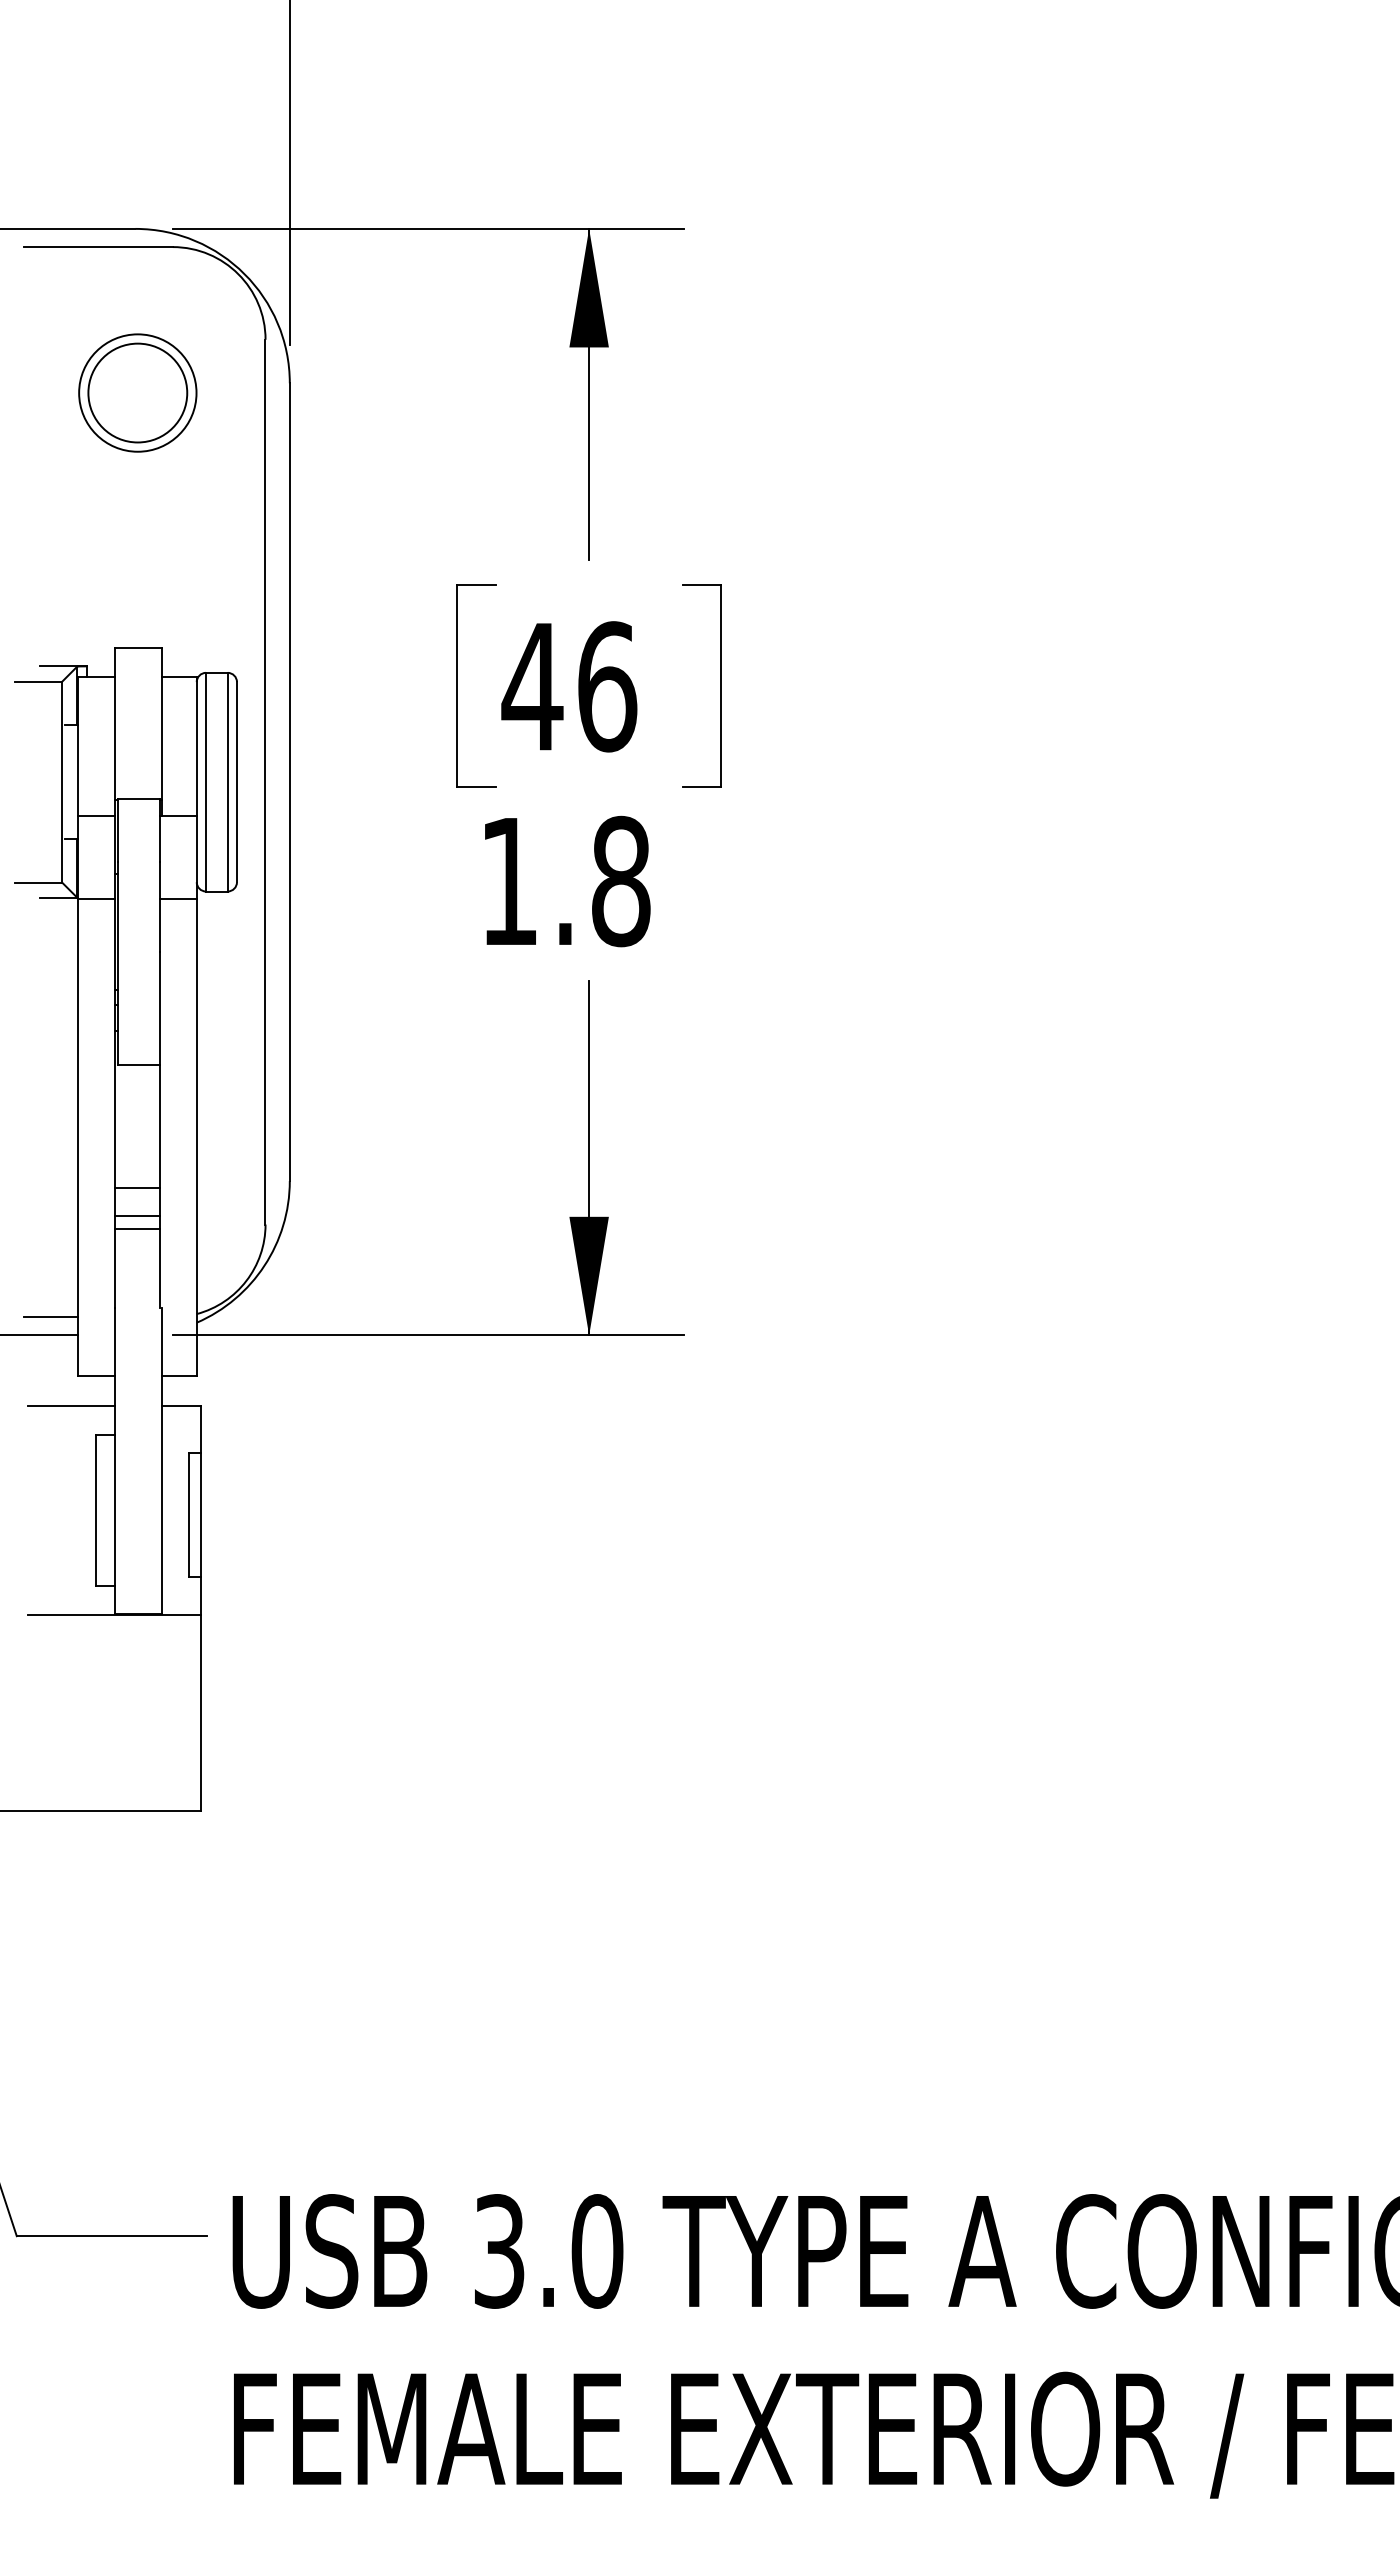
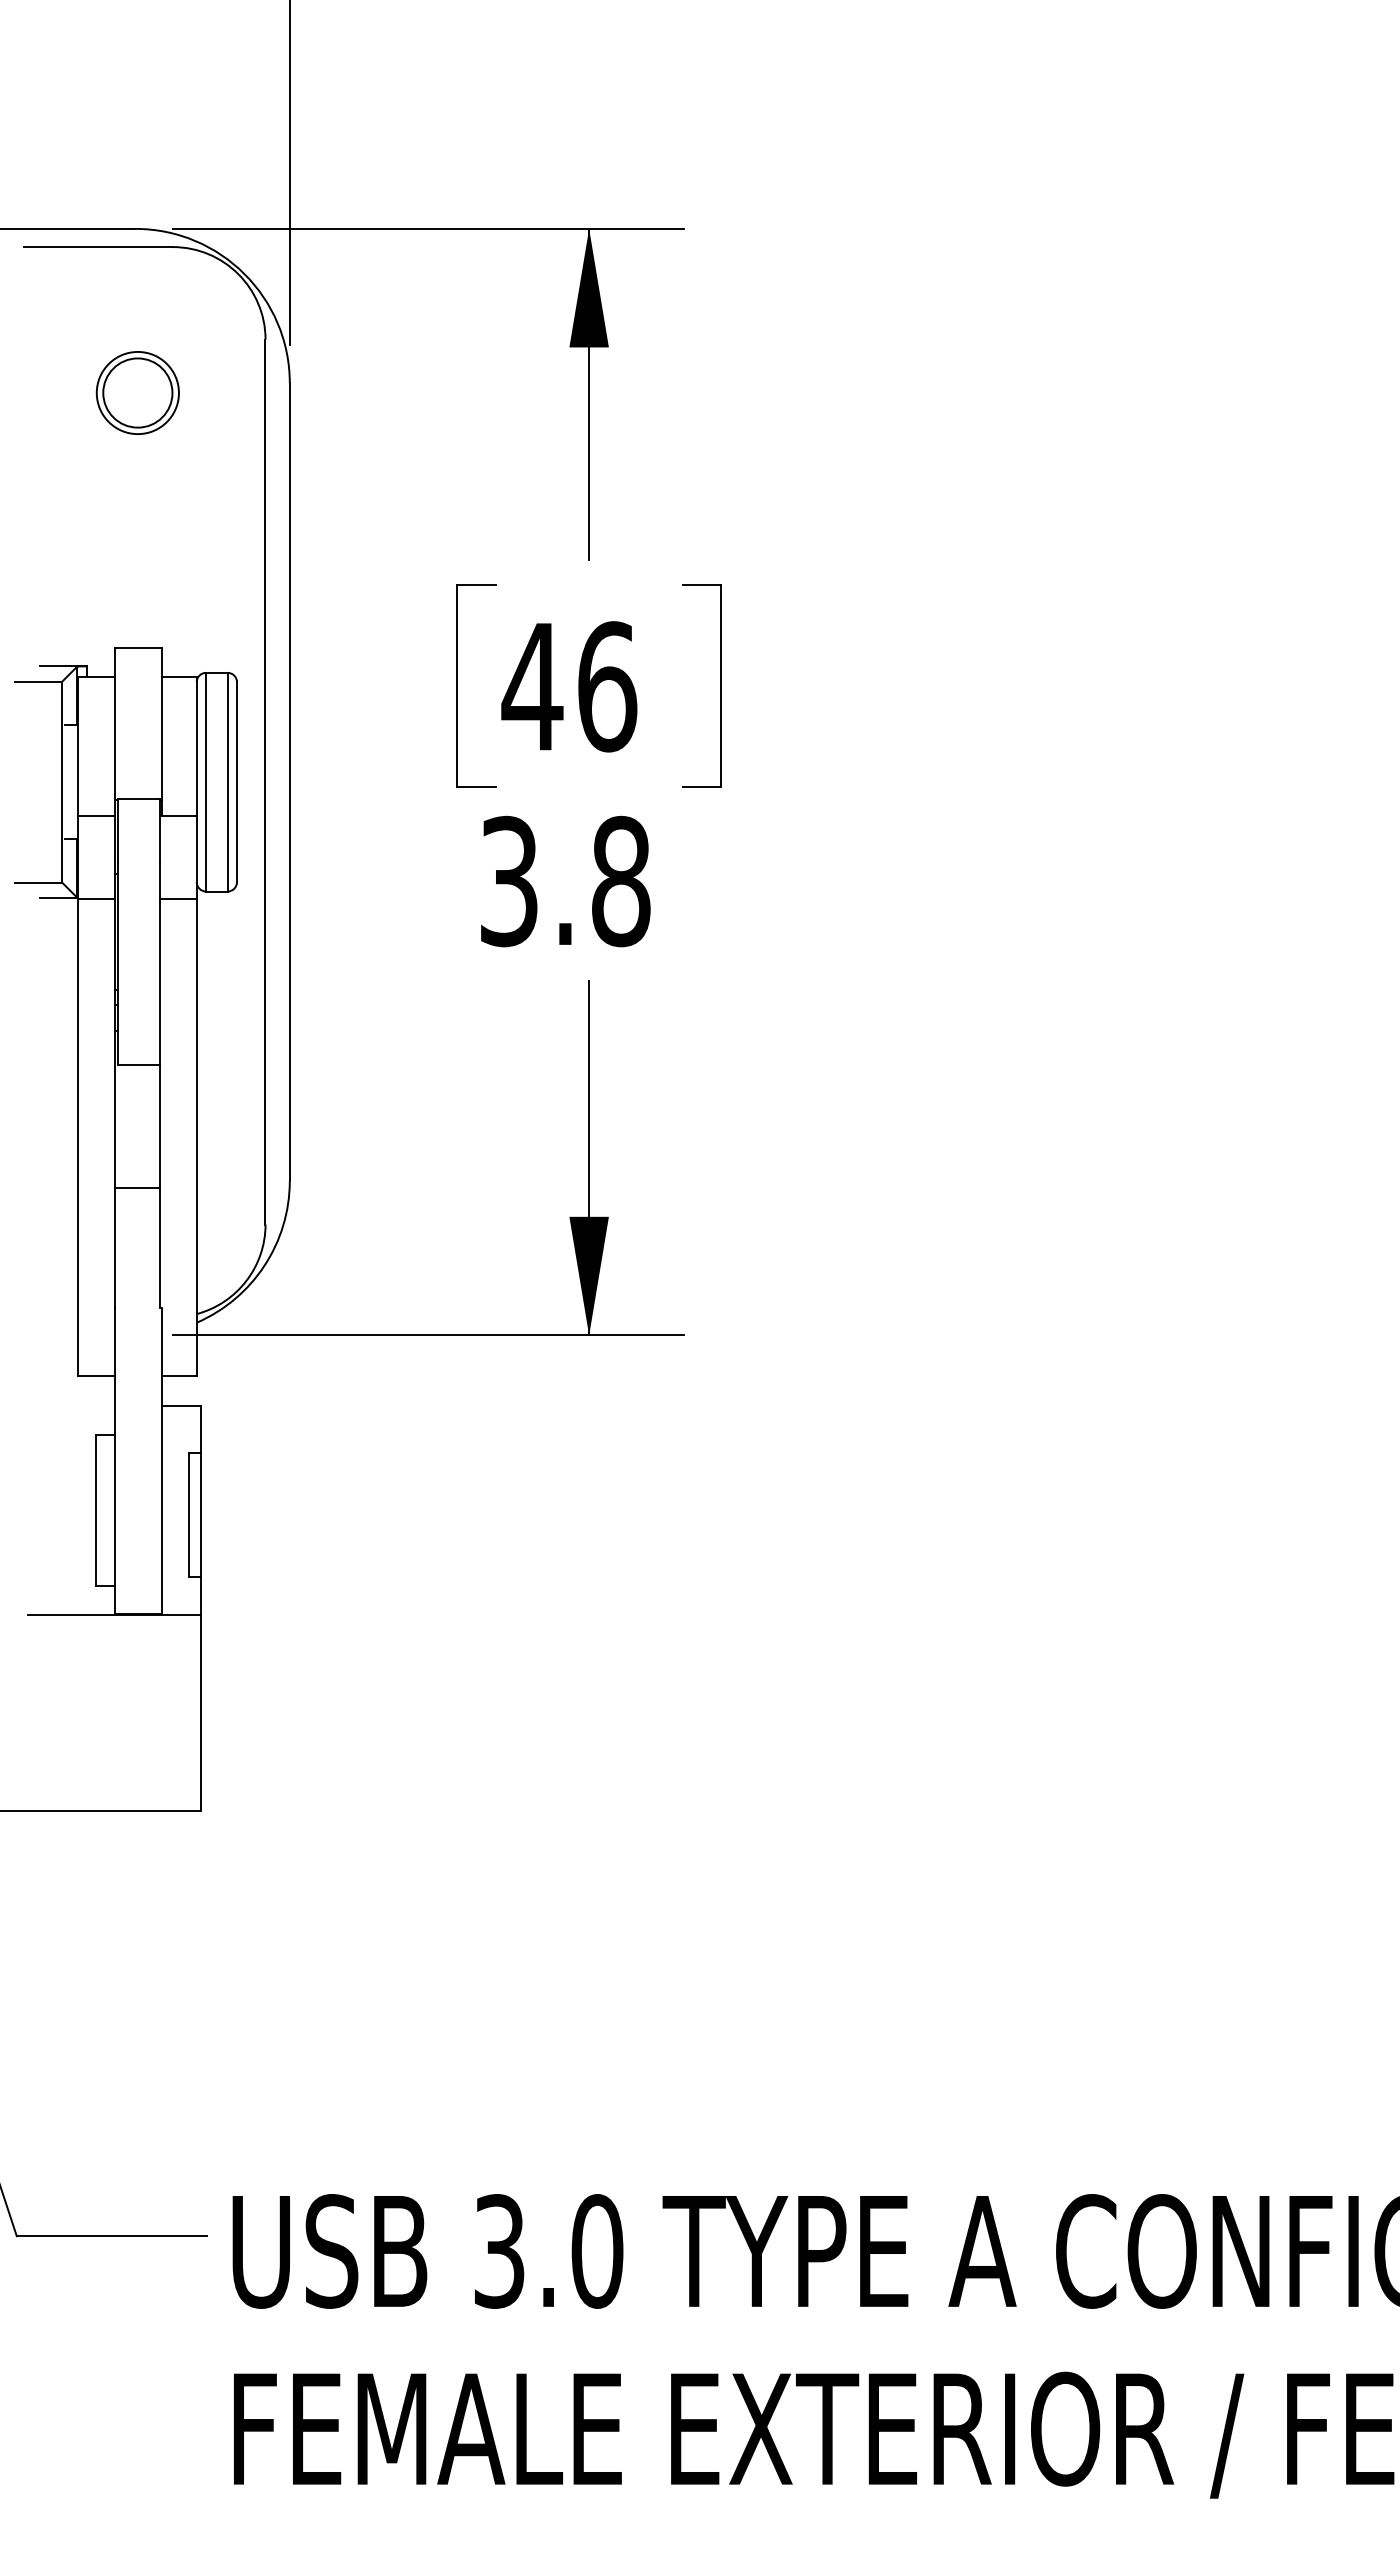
part at (137, 392) size: 120x120 px -> 85x84 px
text at (509, 881): 1.8 -> 3.8
line at (136, 1216): present -> none
line at (136, 1229): present -> none
line at (50, 1317): present -> none
line at (39, 1335): present -> none
line at (71, 1406): present -> none
